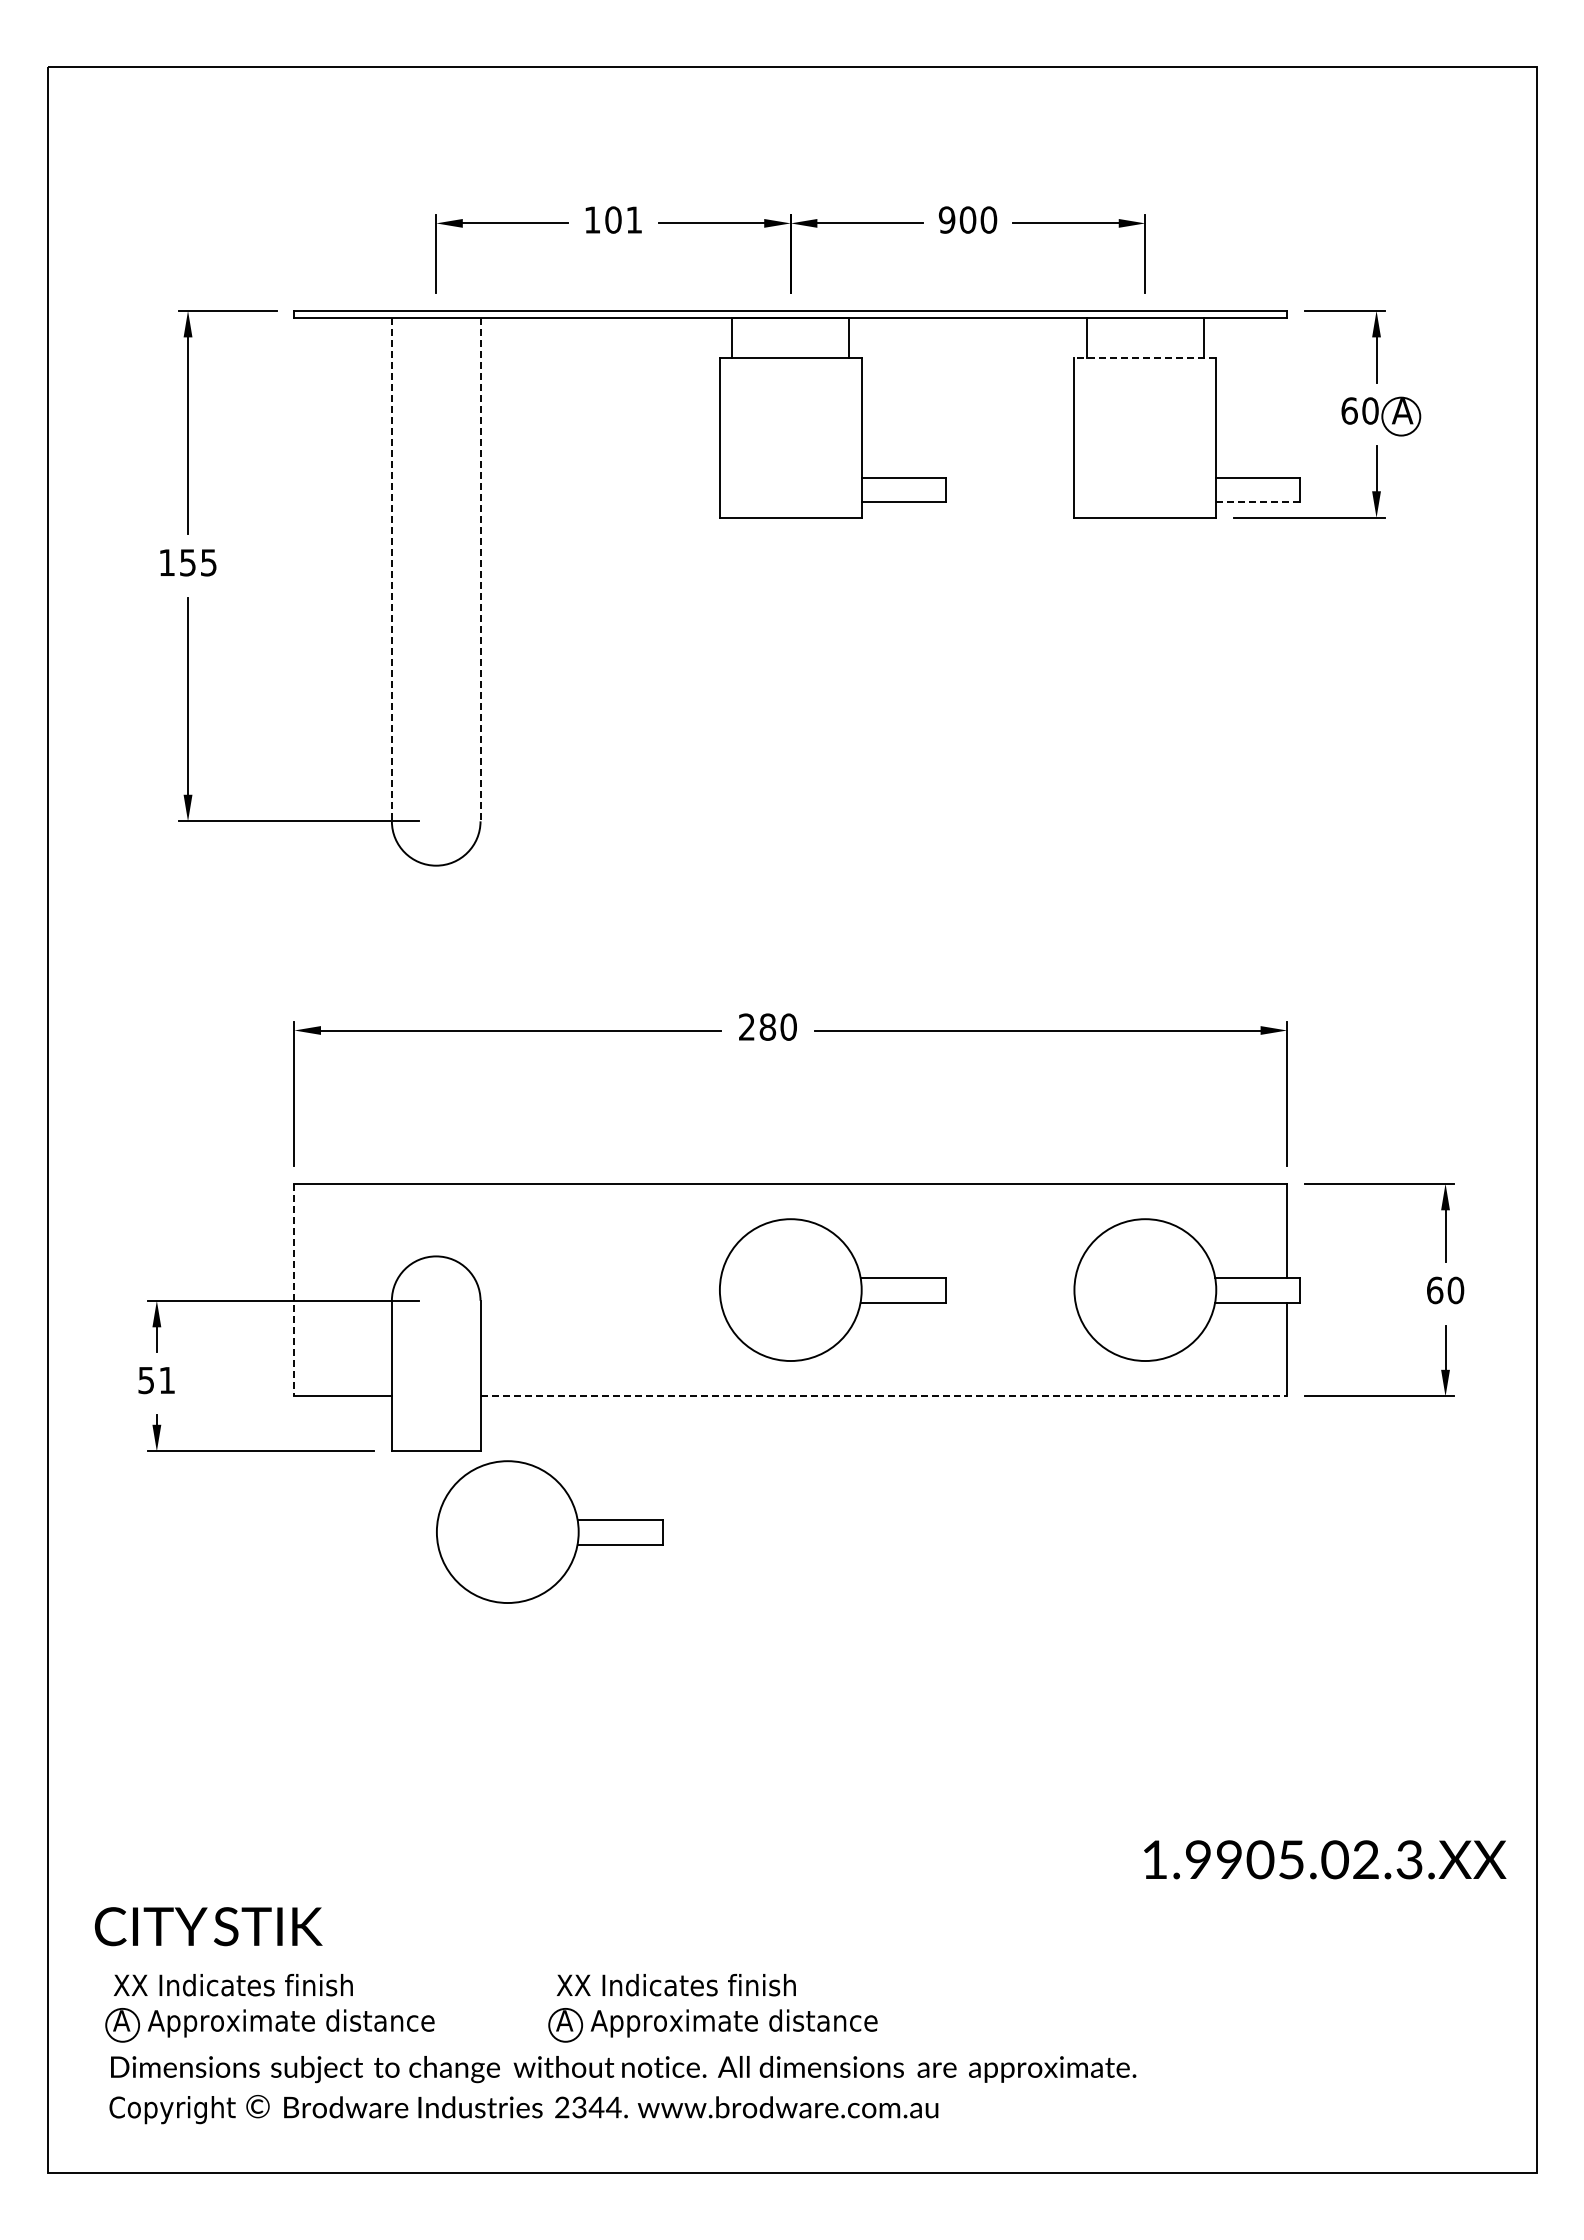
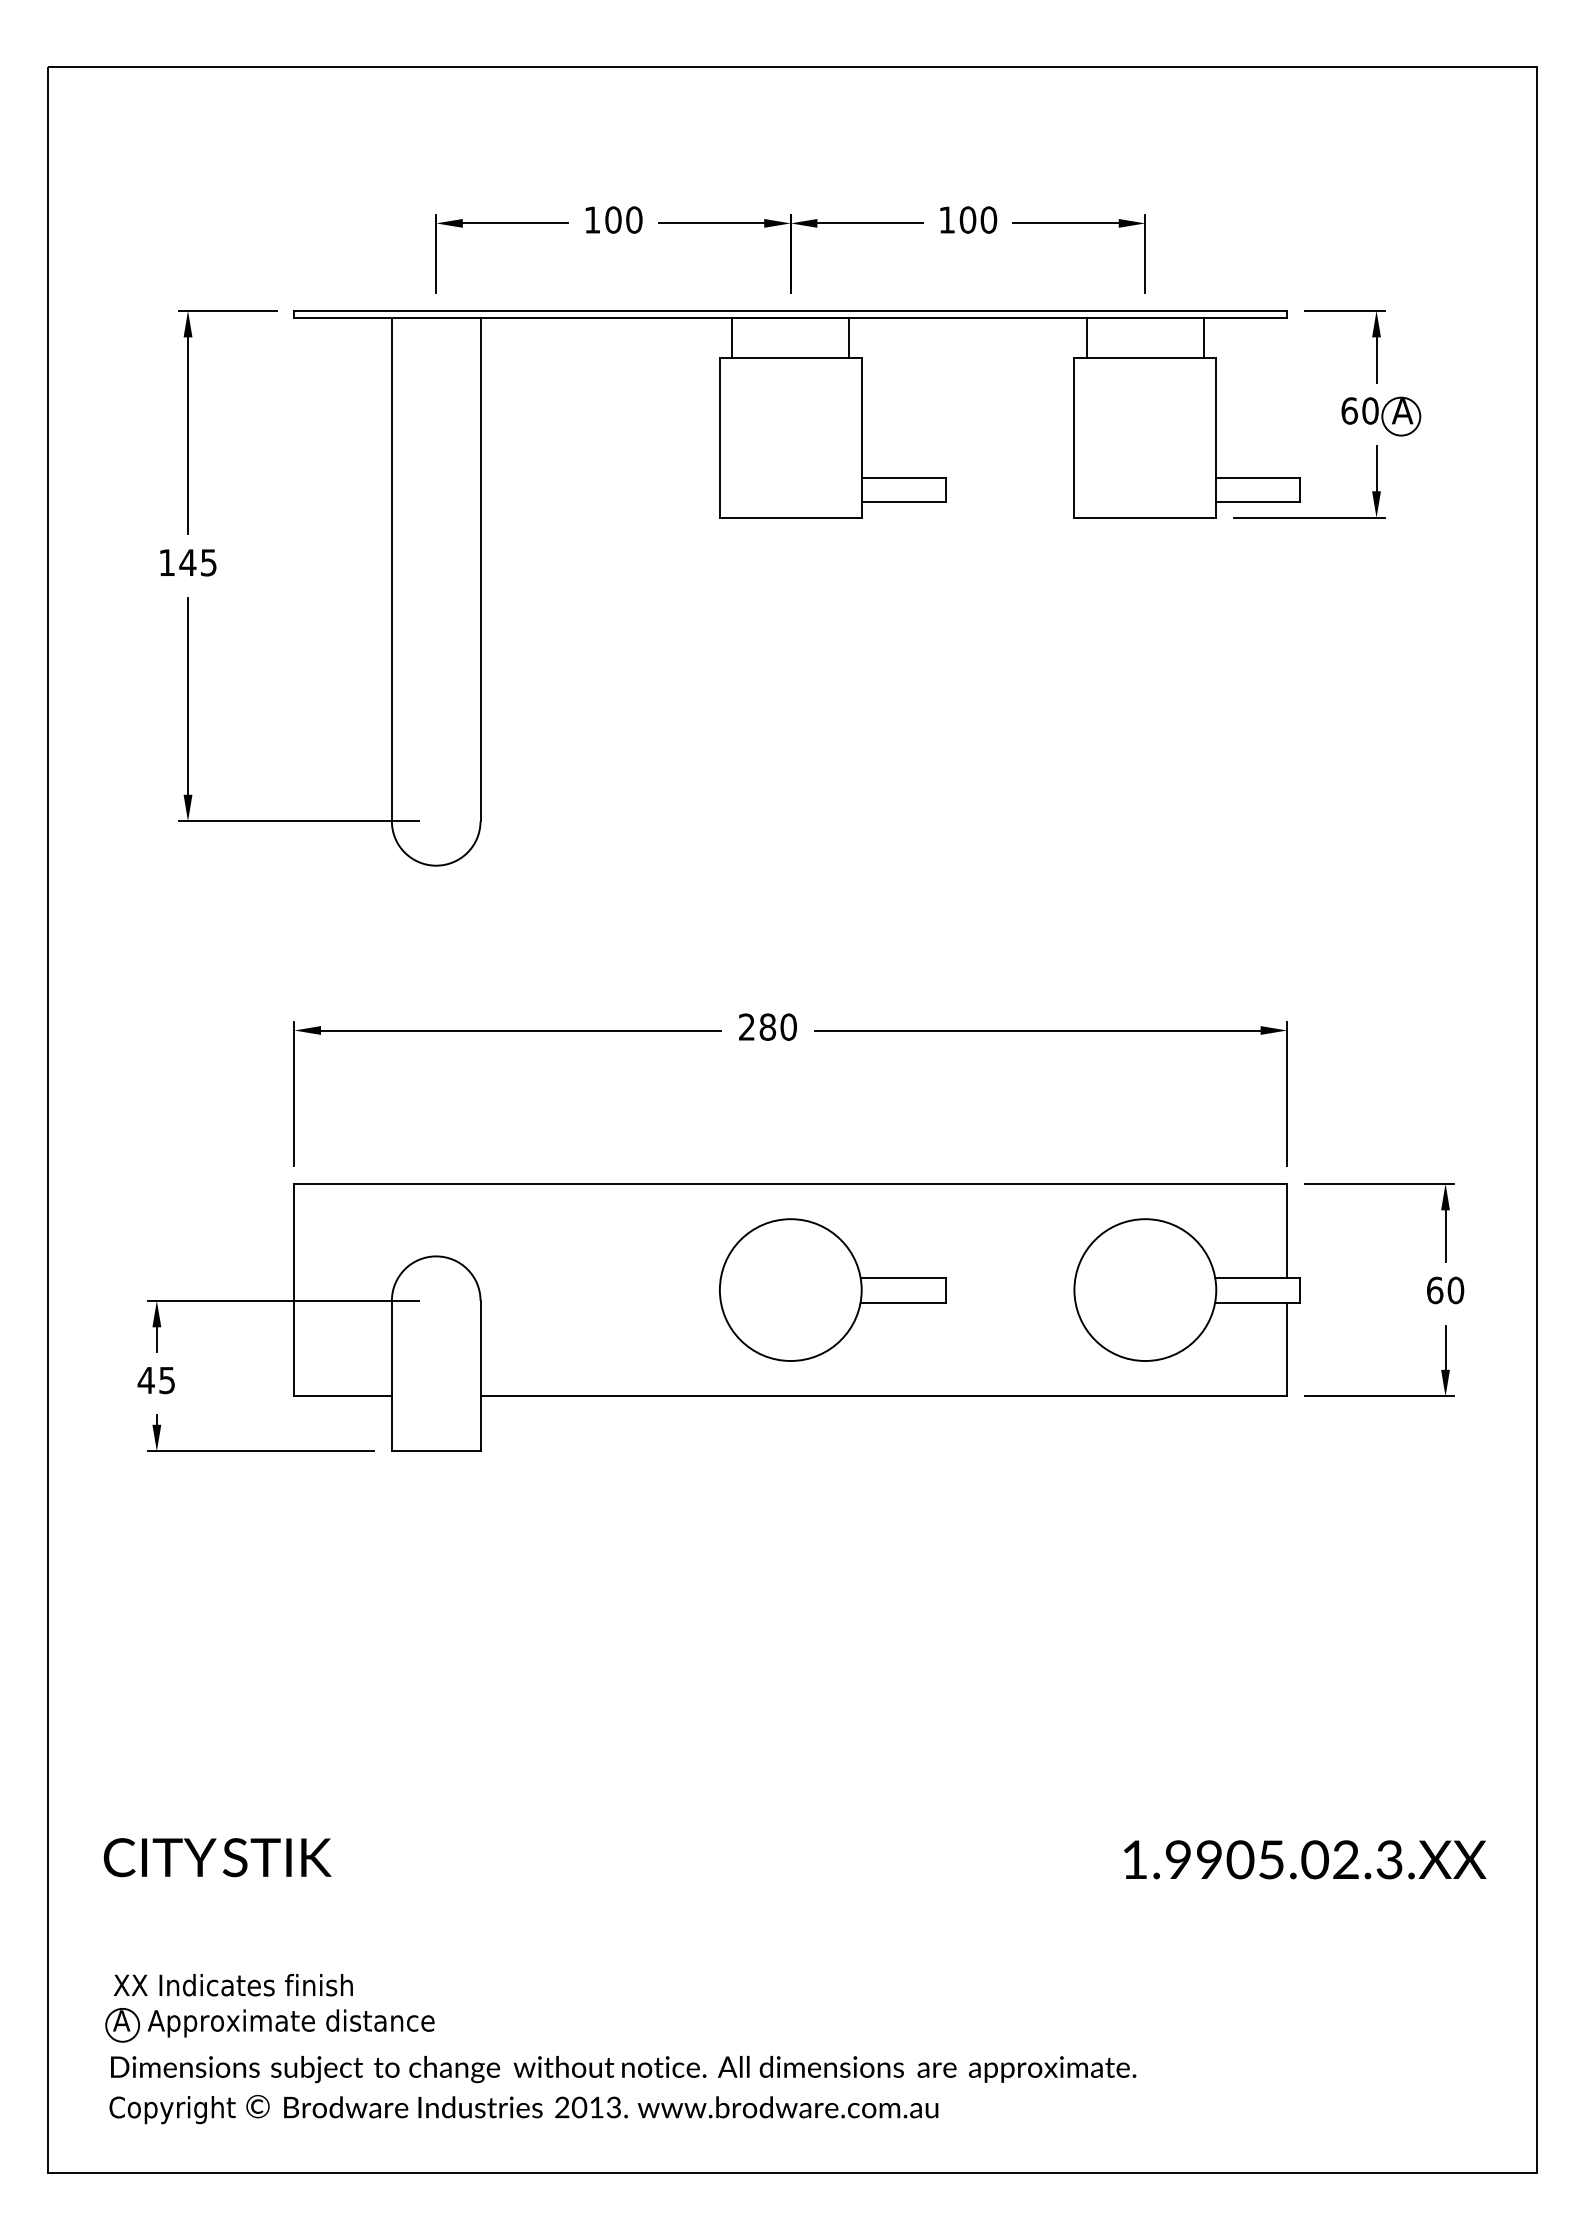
text at (634, 219): 101 -> 100
text at (946, 219): 900 -> 100
line at (1145, 358): dashed -> solid
line at (1258, 502): dashed -> solid
text at (187, 562): 155 -> 145
line at (391, 569): dashed -> solid
line at (480, 569): dashed -> solid
line at (294, 1290): dashed -> solid
text at (155, 1380): 51 -> 45
line at (884, 1396): dashed -> solid
part at (549, 1531): present -> none
text at (1325, 1859) position: (1325, 1859) -> (1305, 1859)
text at (208, 1926) position: (208, 1926) -> (217, 1857)
part at (711, 2015): present -> none
text at (596, 2107): 2344. -> 2013.
